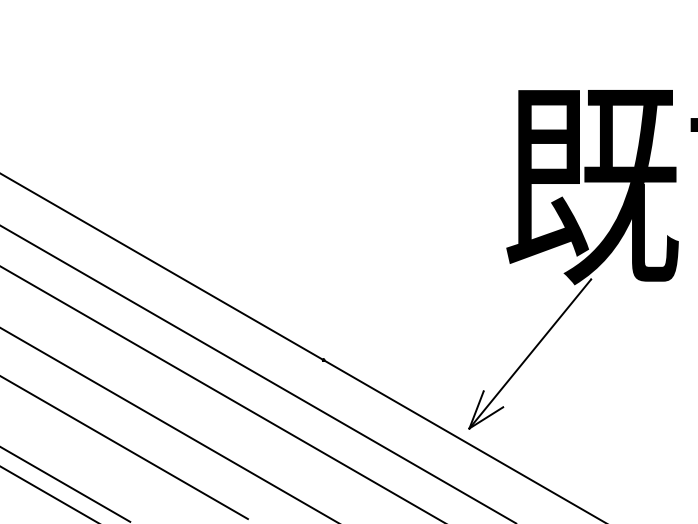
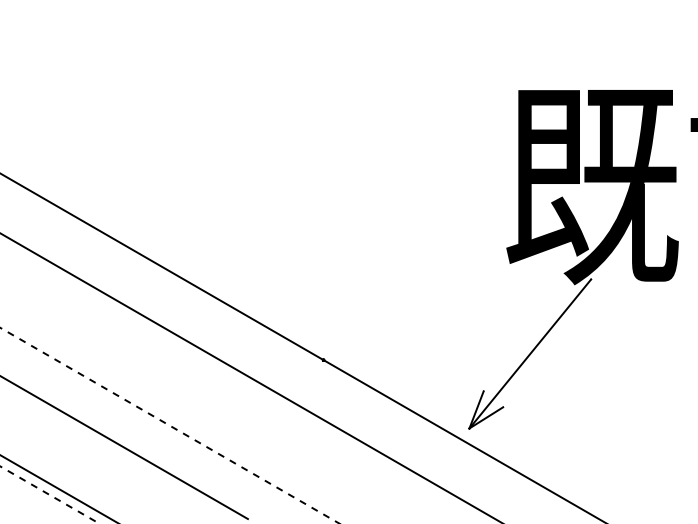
line at (256, 373) position: (256, 373) -> (249, 377)
line at (221, 393): present -> none
line at (169, 425): solid -> dashed
line at (65, 483) position: (65, 483) -> (58, 488)
line at (49, 495): solid -> dashed
